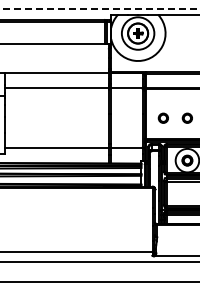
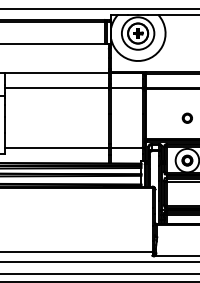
line at (99, 8): dashed -> solid
part at (162, 117): present -> none
line at (99, 274): none -> present
